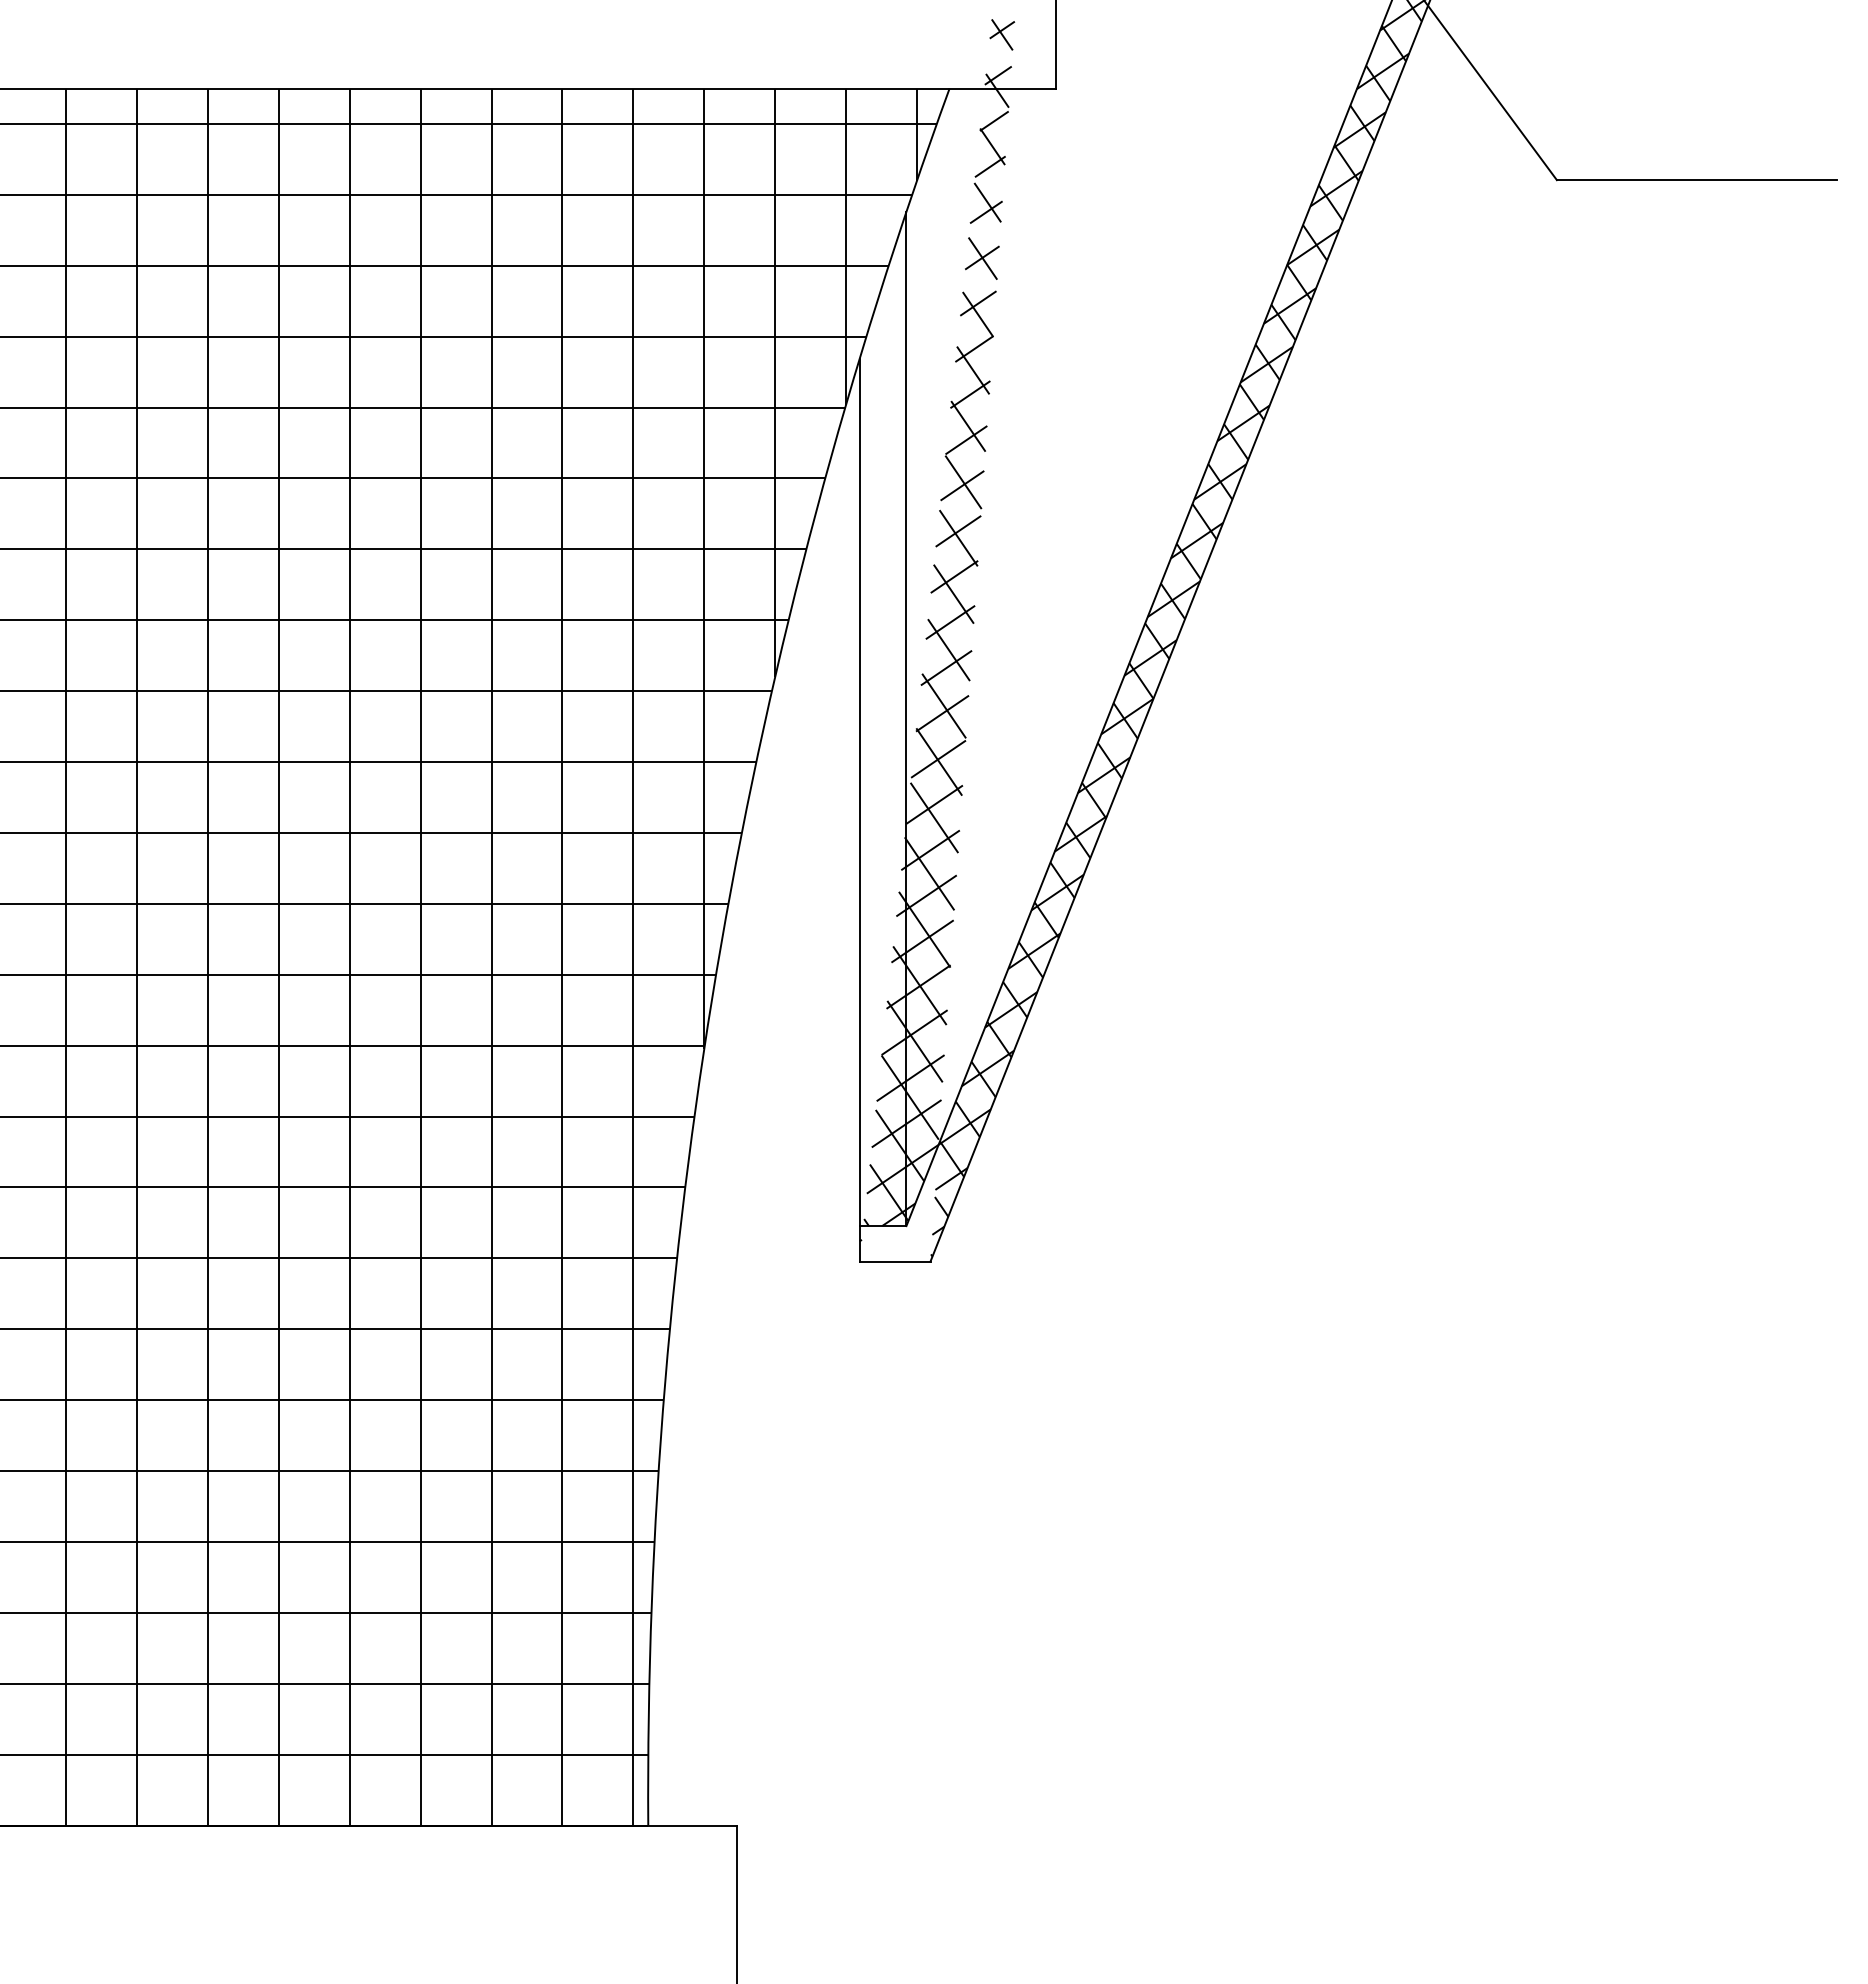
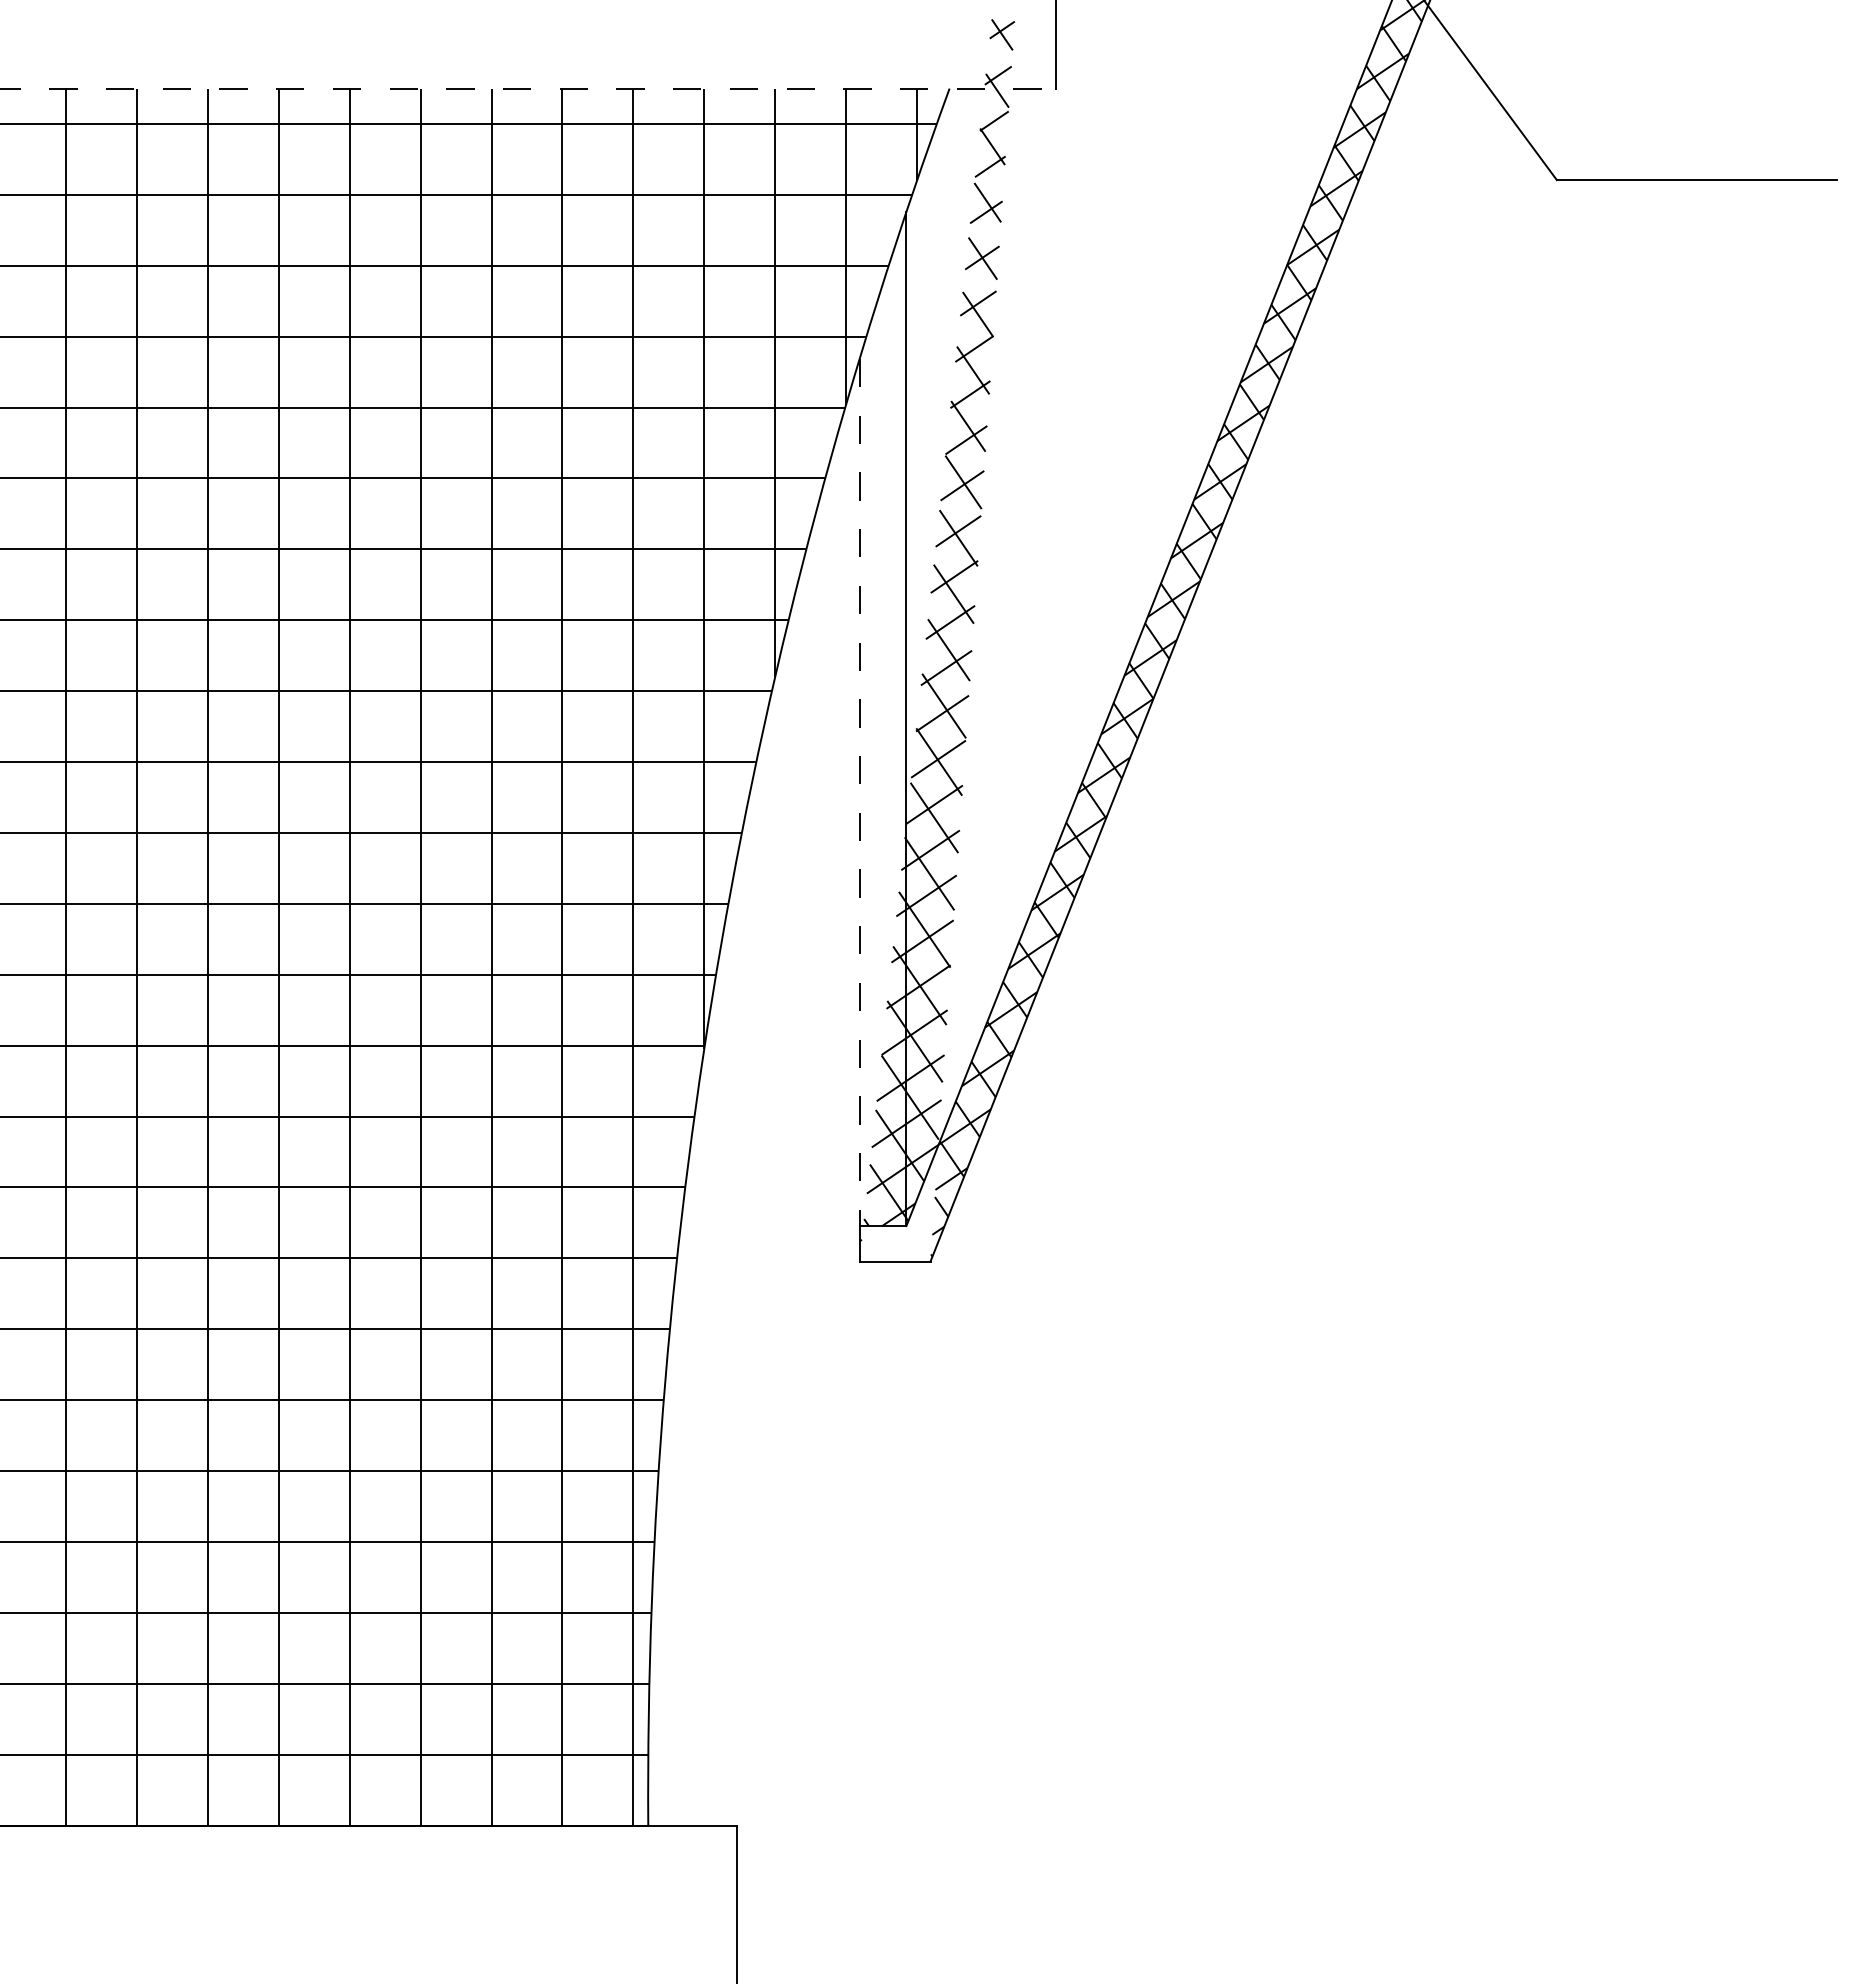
line at (527, 88): solid -> dashed
line at (859, 792): solid -> dashed
